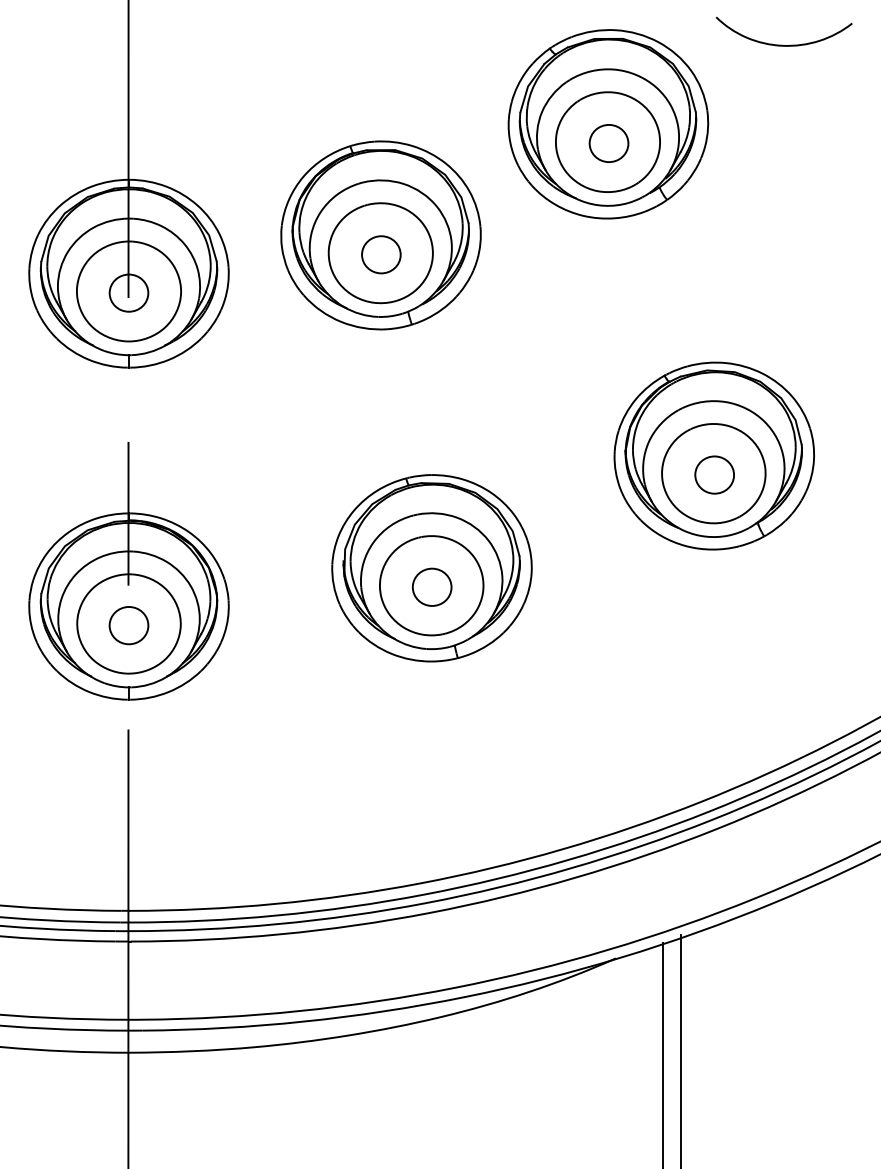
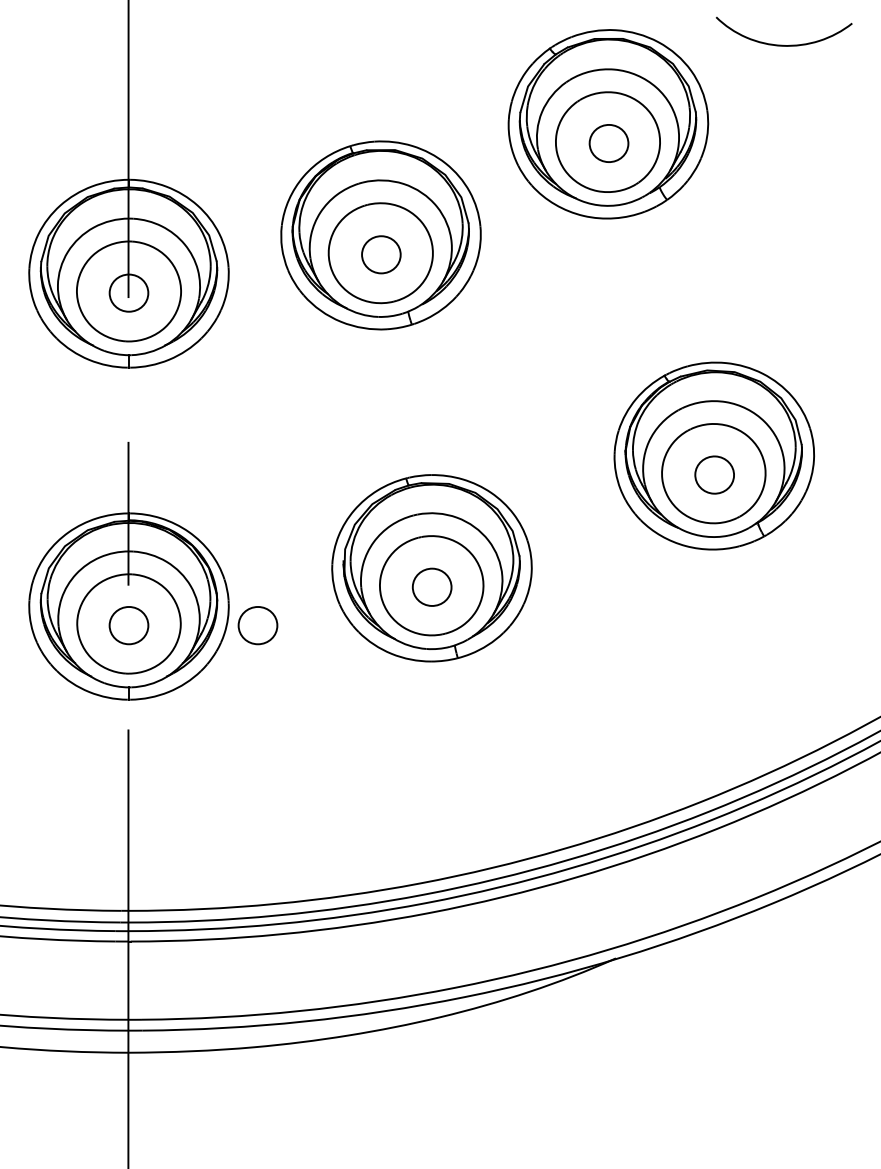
part at (257, 625): none -> present
line at (680, 1050): present -> none
line at (662, 1053): present -> none
